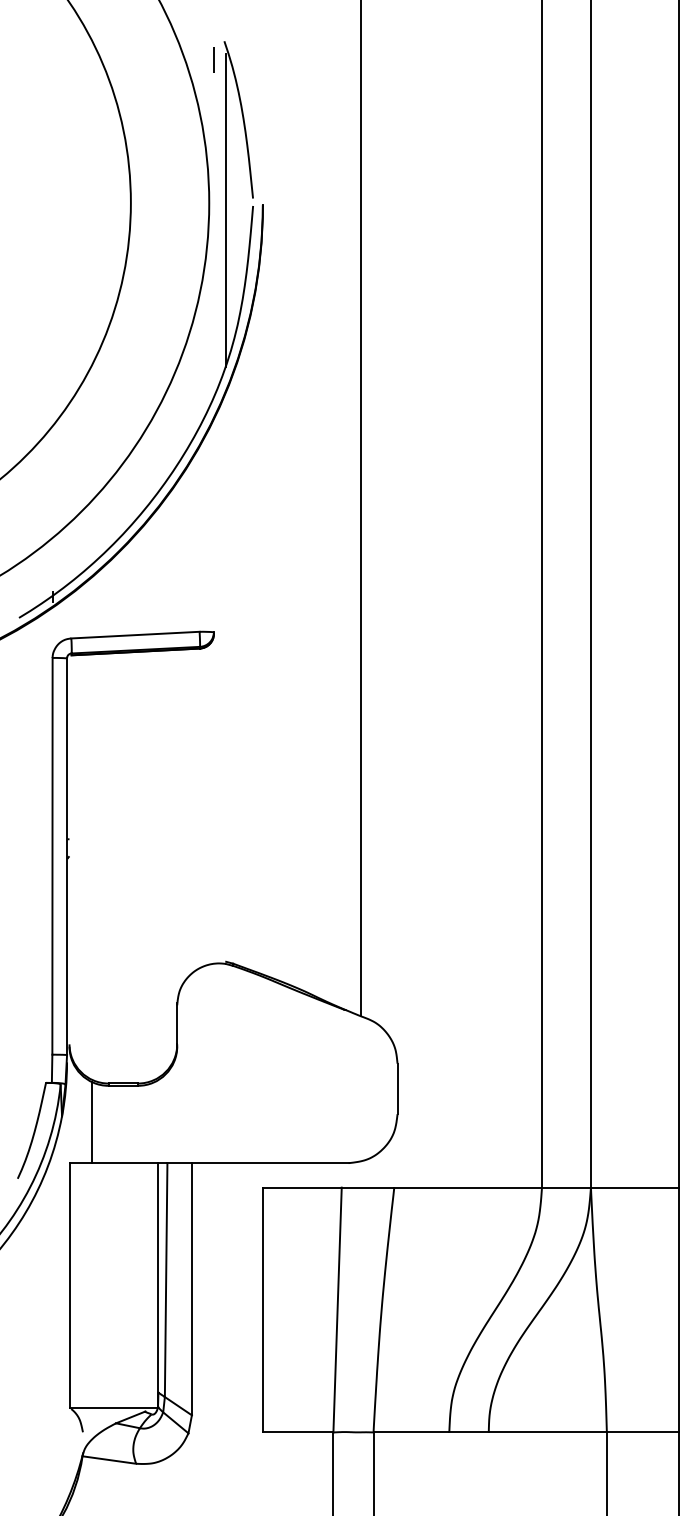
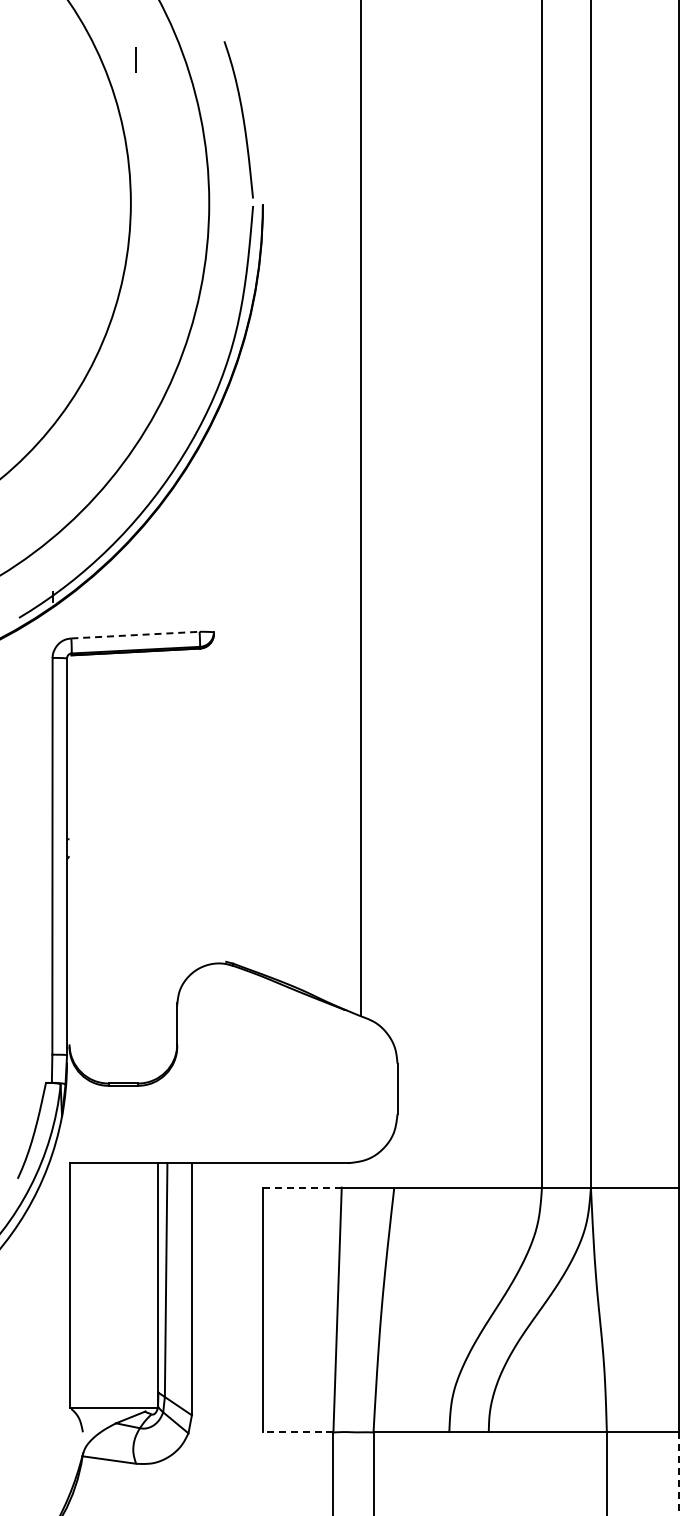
line at (213, 59) position: (213, 59) -> (135, 59)
line at (226, 209): present -> none
line at (135, 635): solid -> dashed
line at (91, 1122): present -> none
line at (301, 1187): solid -> dashed
line at (297, 1432): solid -> dashed
line at (679, 1474): solid -> dashed
